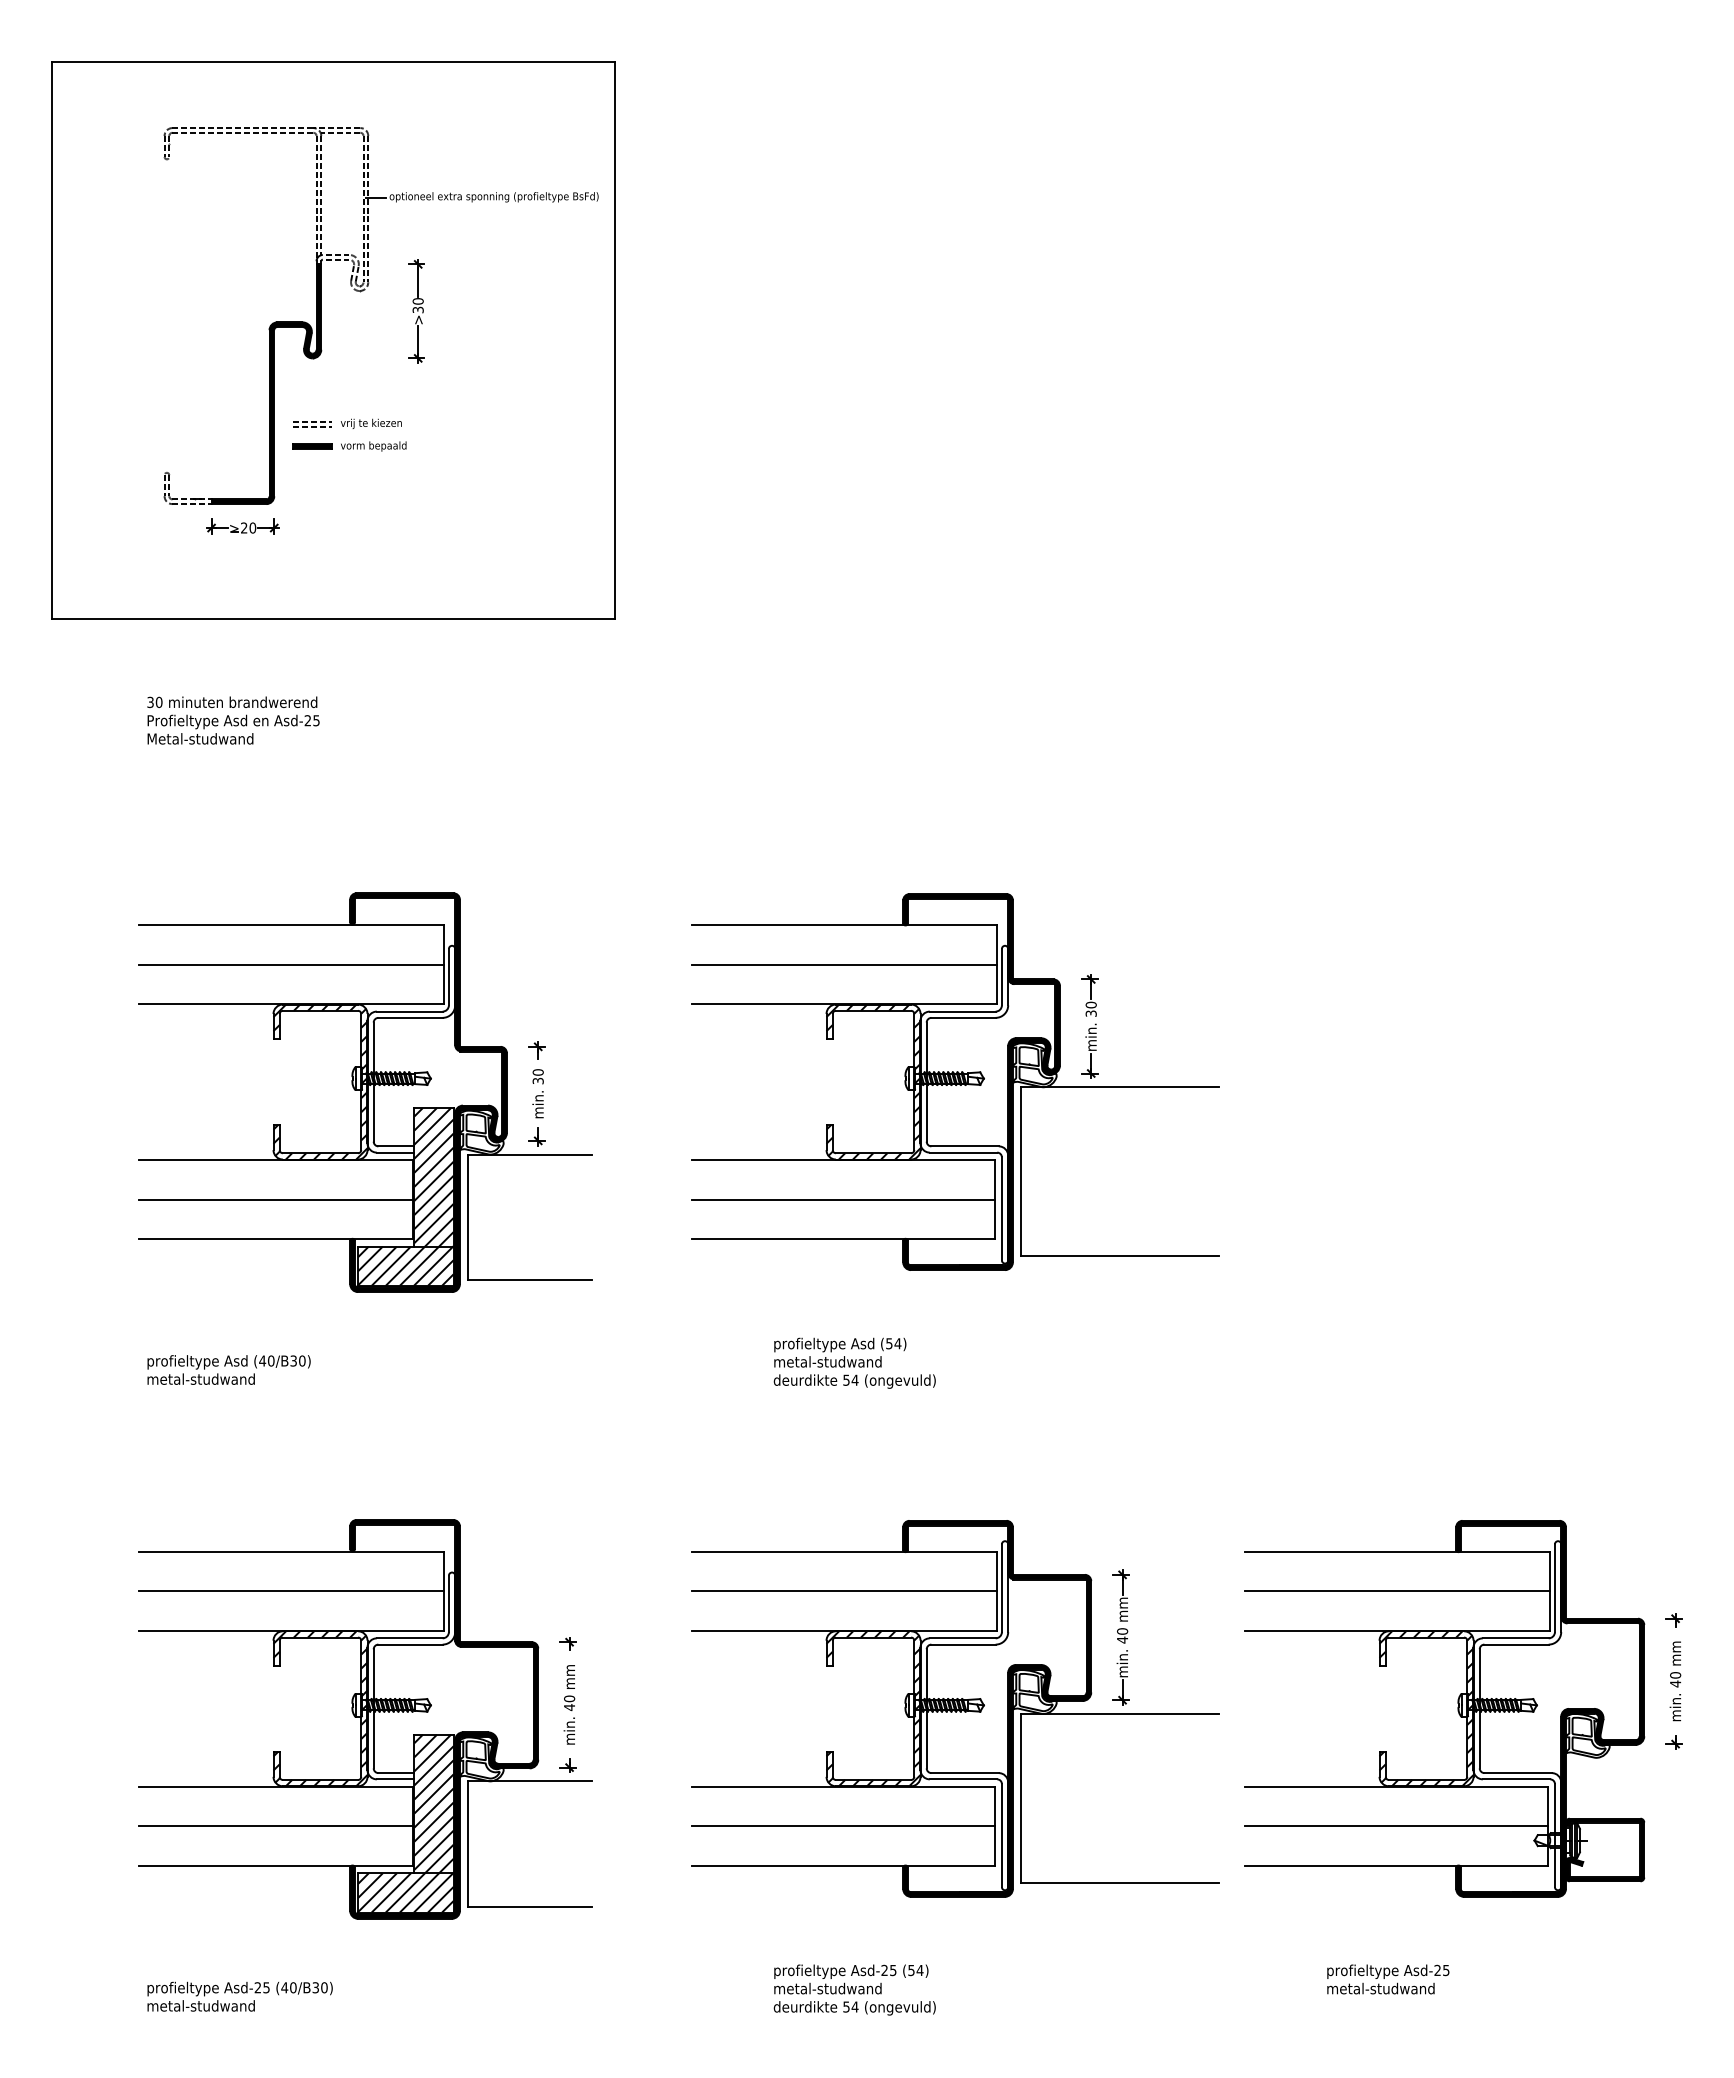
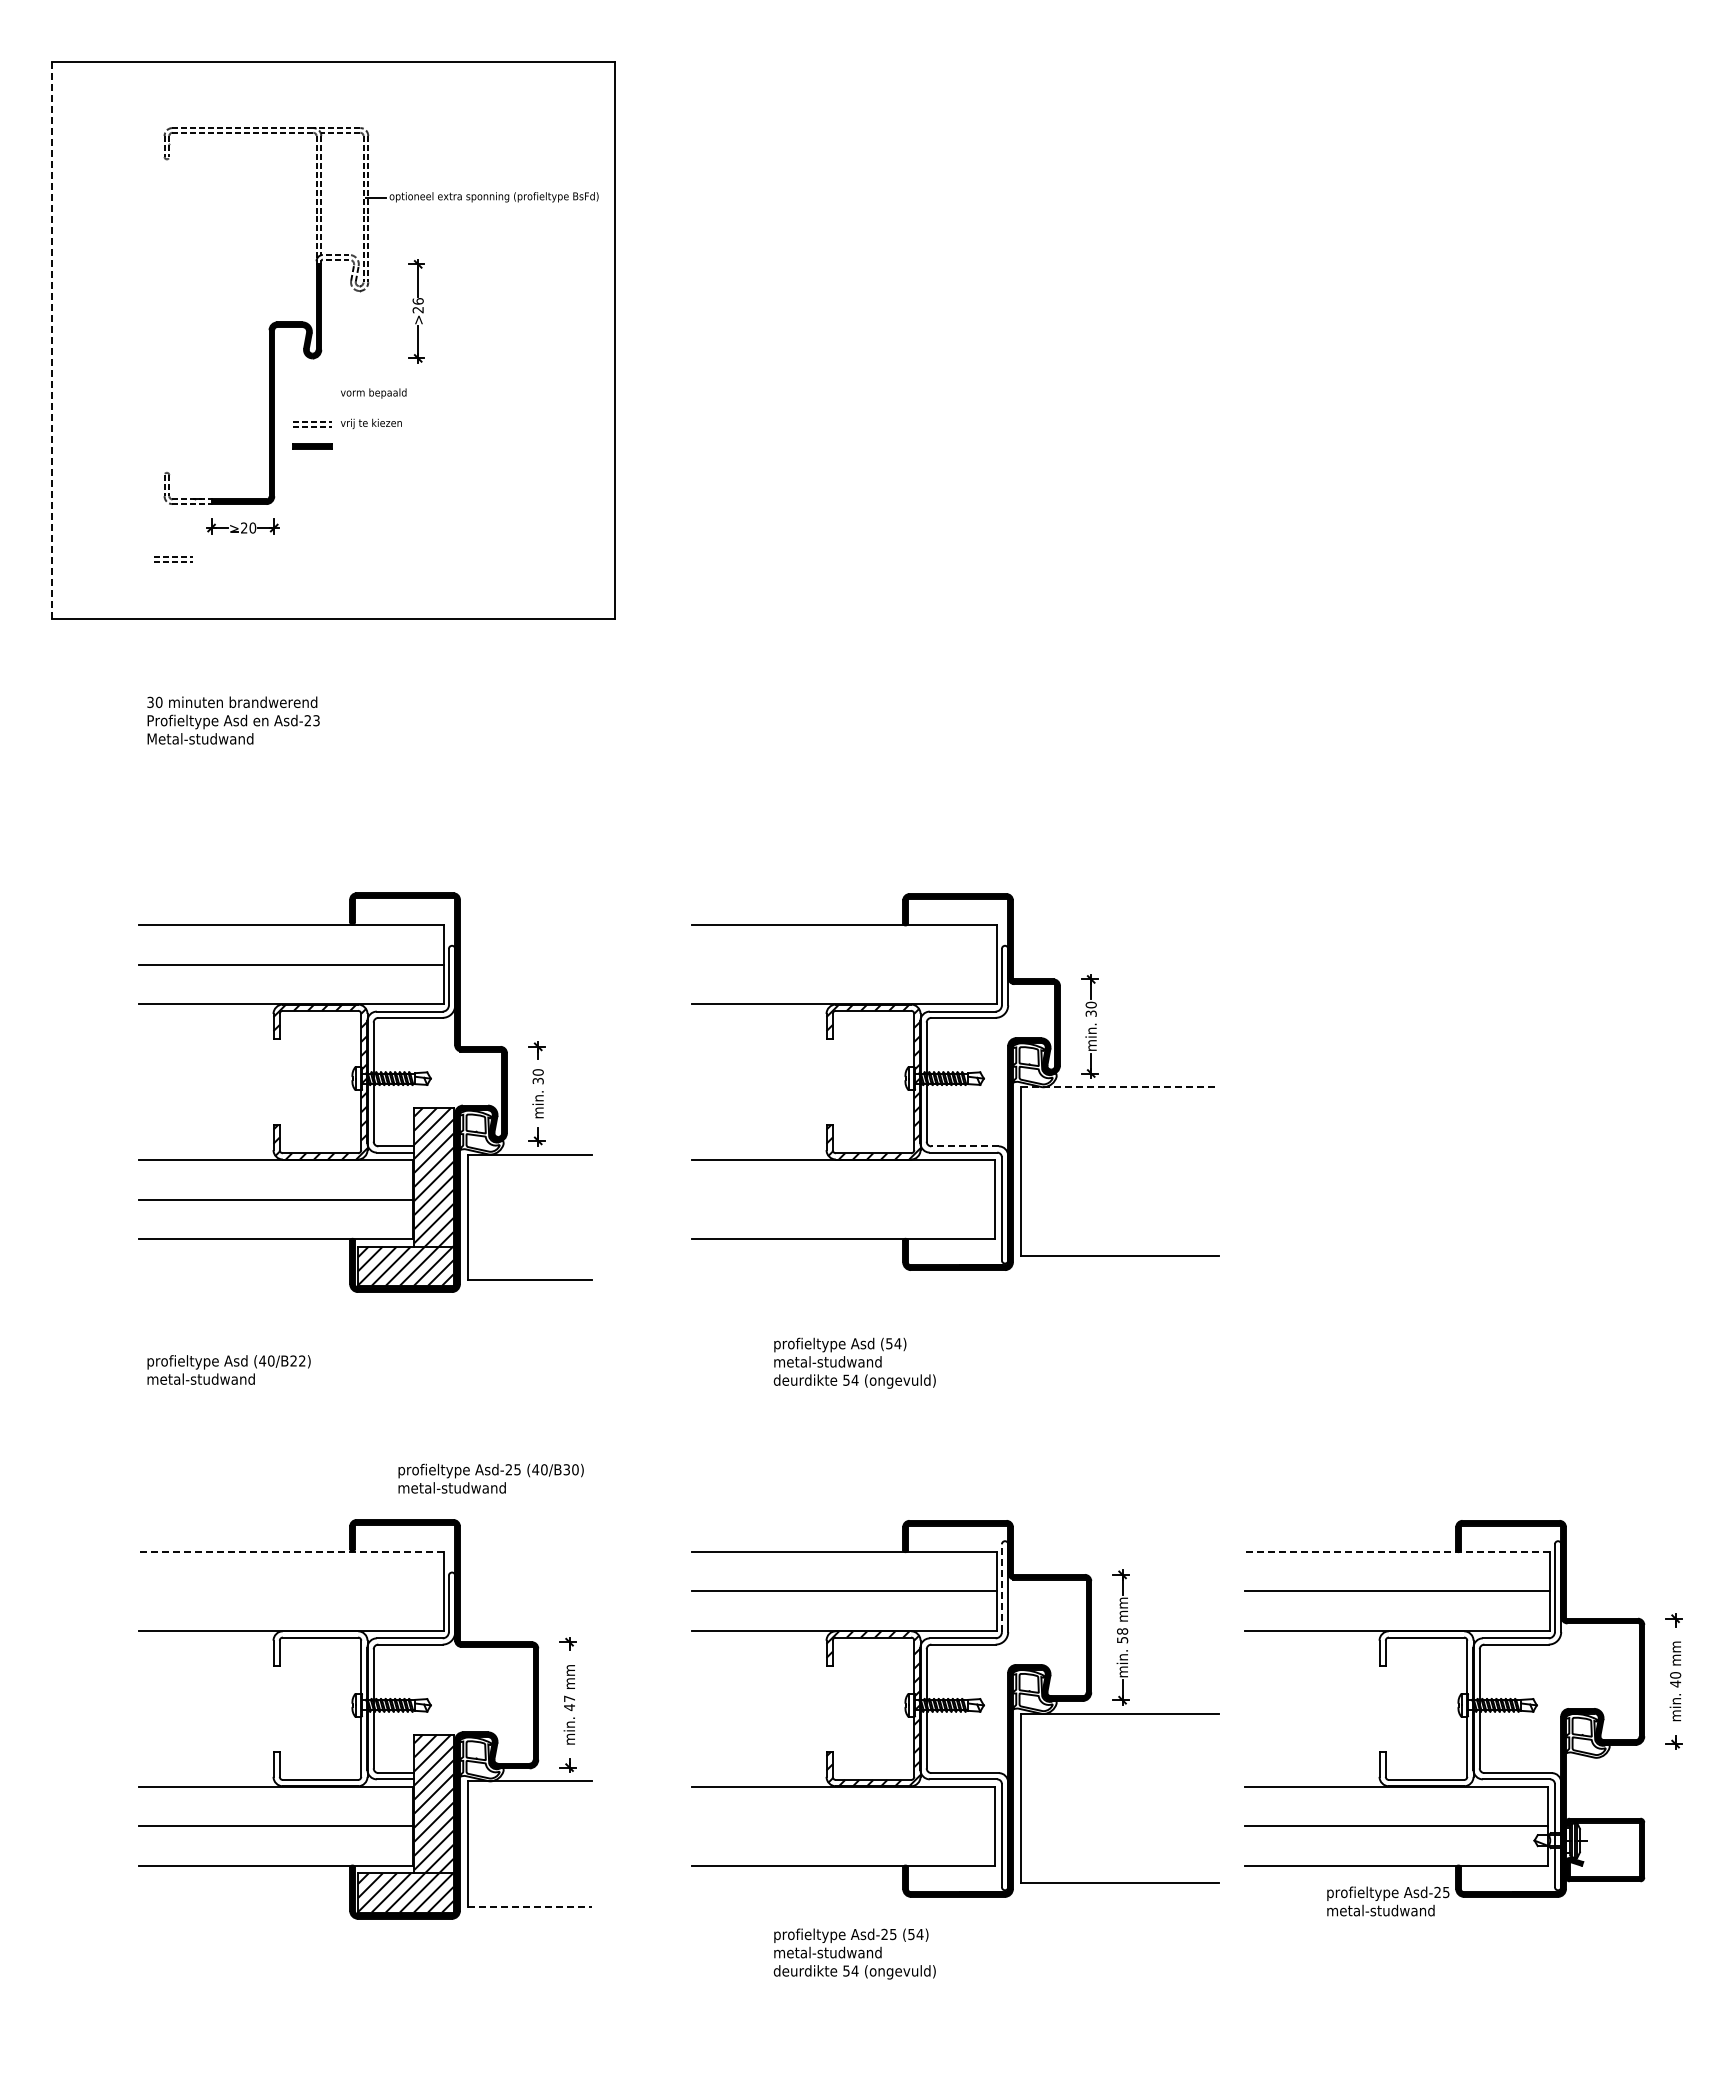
text at (417, 305): >30 -> >26
line at (52, 340): solid -> dashed
text at (373, 446) position: (373, 446) -> (373, 393)
part at (173, 559): none -> present
text at (316, 720): Asd-25 -> Asd-23
line at (843, 964): present -> none
line at (1120, 1087): solid -> dashed
line at (965, 1146): solid -> dashed
line at (843, 1199): present -> none
text at (297, 1360): (40/B30) -> (40/B22)
line at (290, 1552): solid -> dashed
line at (1396, 1552): solid -> dashed
line at (1001, 1588): solid -> dashed
line at (290, 1591): present -> none
text at (1122, 1635): 40 -> 58
text at (569, 1698): 40 -> 47
hatch at (320, 1708): present -> none
hatch at (1426, 1708): present -> none
line at (843, 1826): present -> none
line at (530, 1906): solid -> dashed
text at (1388, 1979) position: (1388, 1979) -> (1388, 1901)
text at (854, 1989) position: (854, 1989) -> (854, 1953)
text at (239, 1996) position: (239, 1996) -> (490, 1478)
